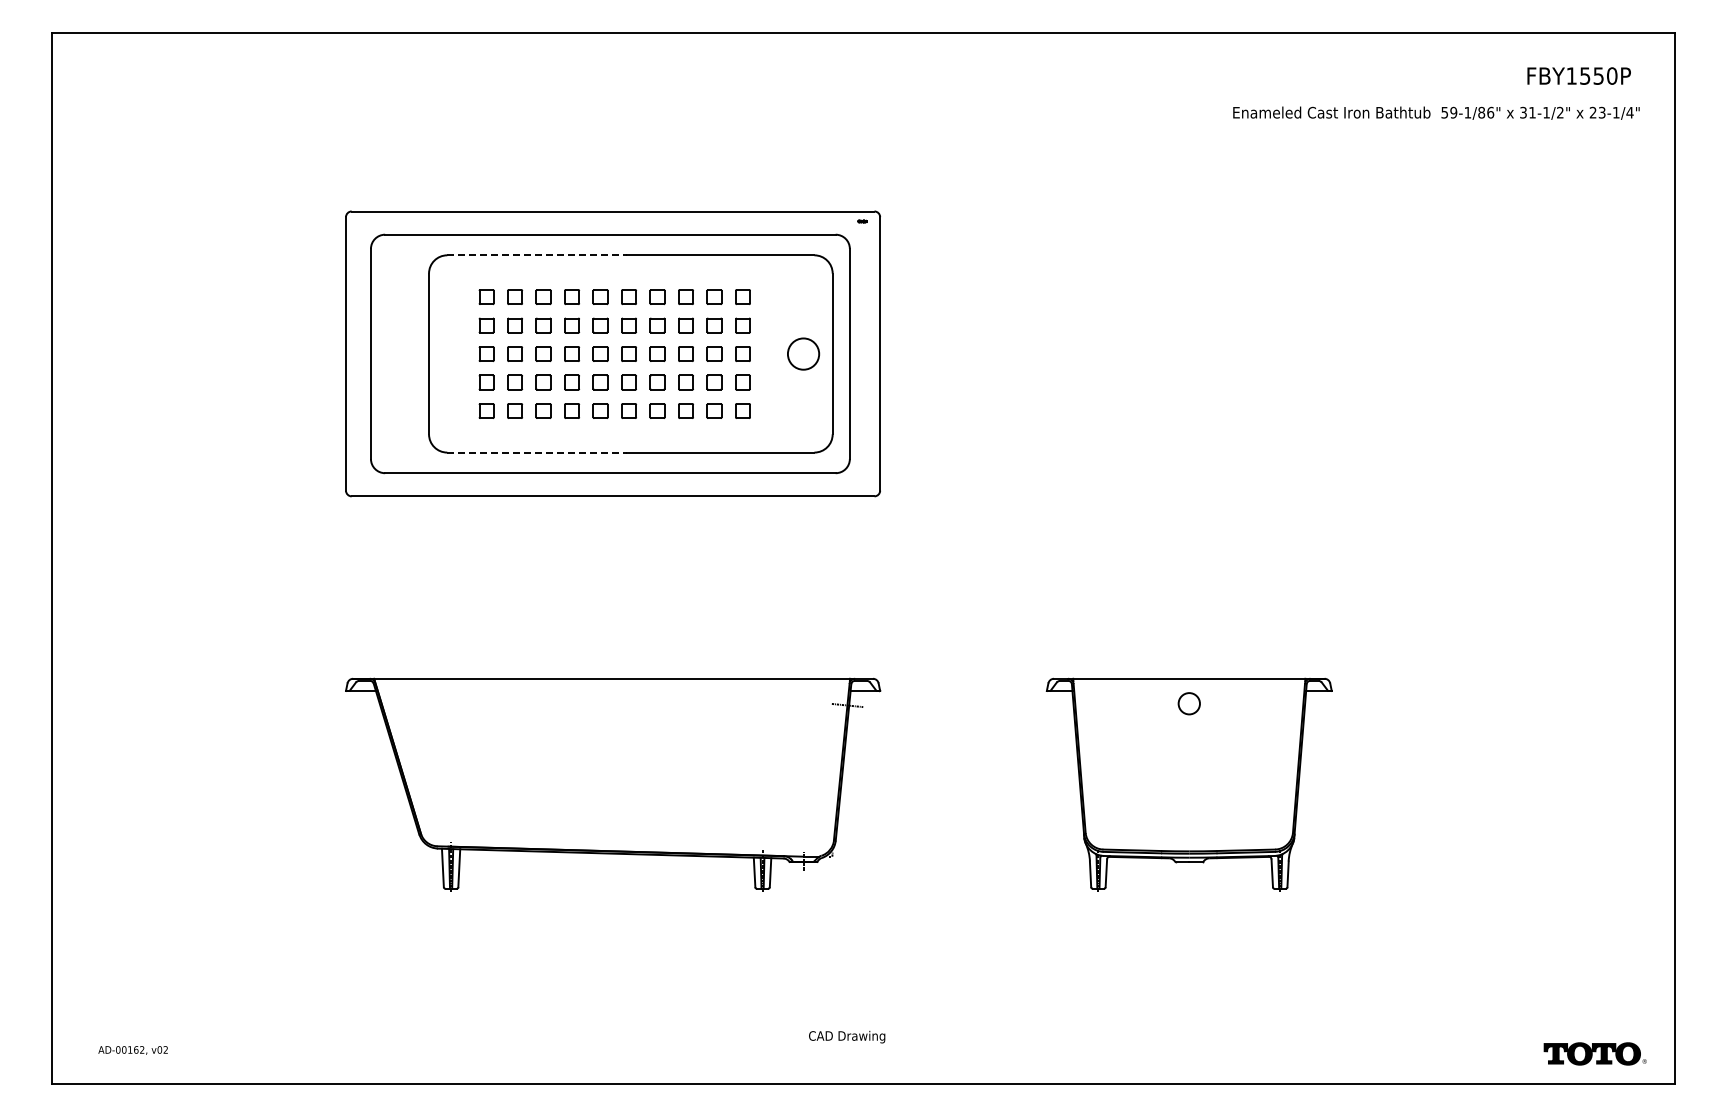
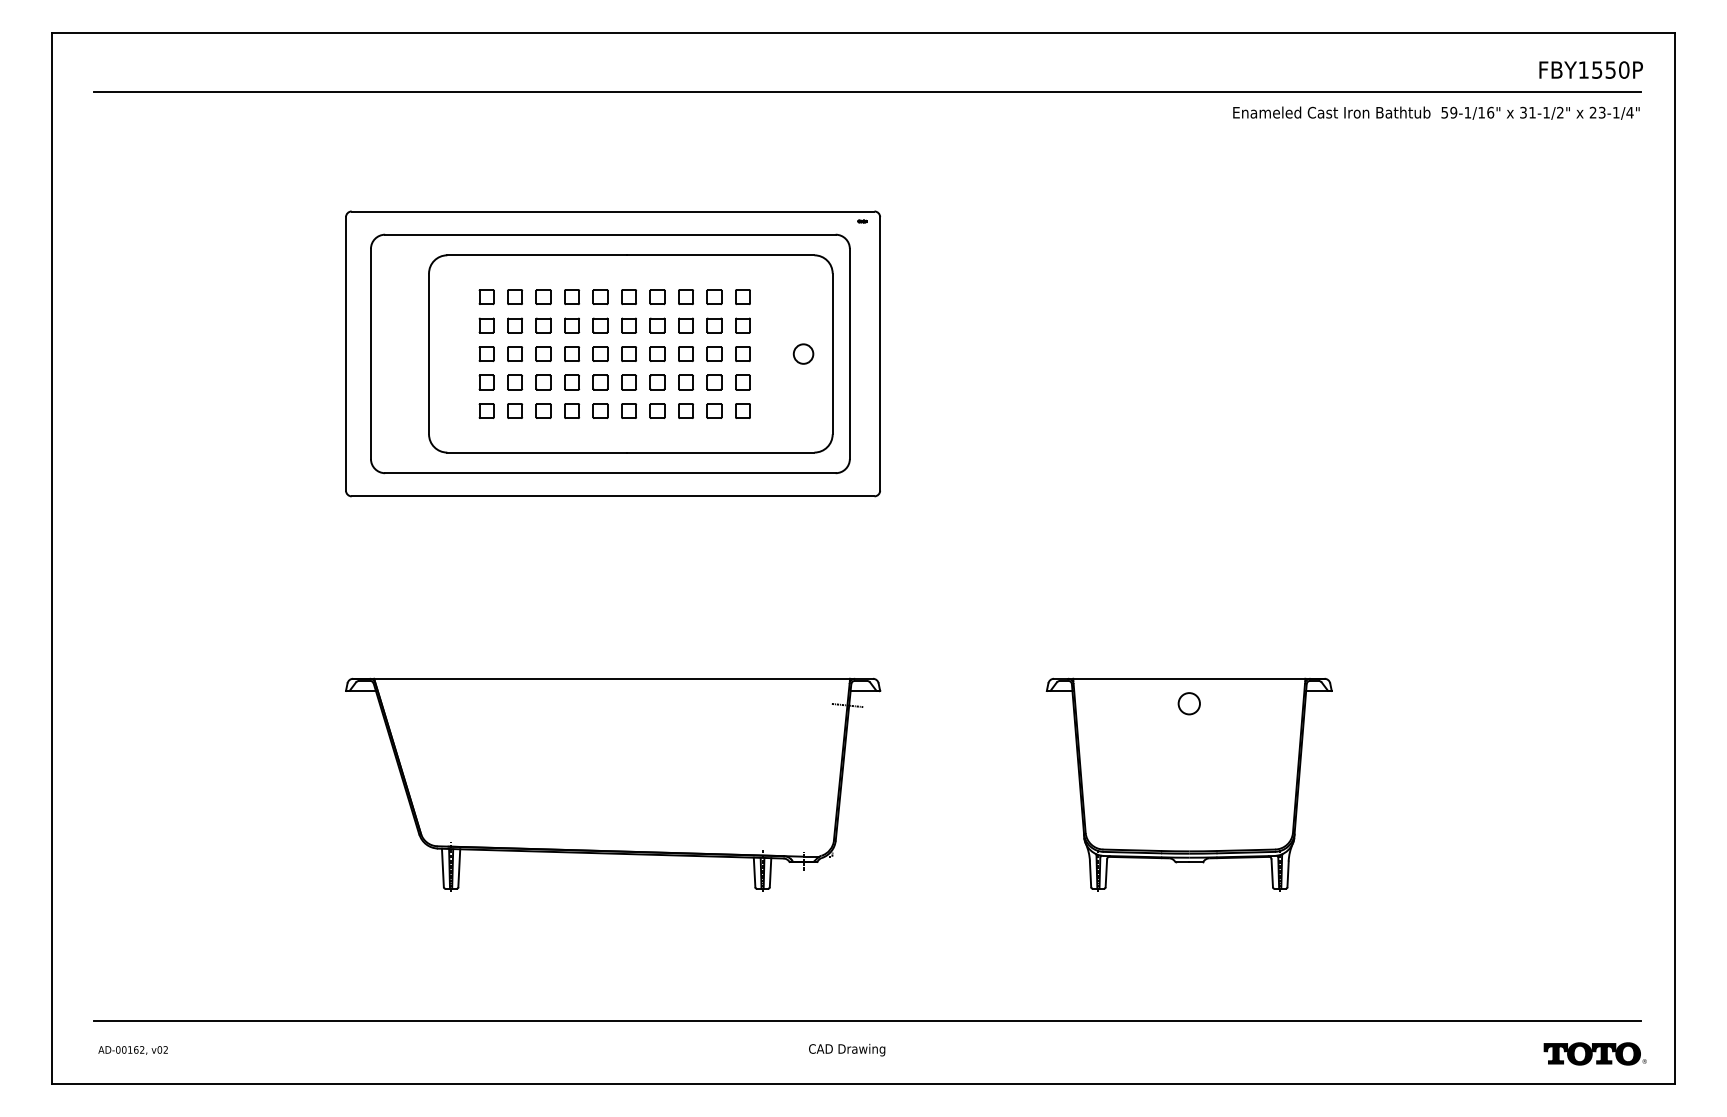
text at (1578, 75) position: (1578, 75) -> (1590, 69)
line at (866, 91): none -> present
text at (1481, 112): 59-1/86" -> 59-1/16"
line at (537, 255): dashed -> solid
circle at (803, 353) diameter: 31 px -> 20 px
line at (537, 452): dashed -> solid
line at (866, 1020): none -> present
text at (847, 1036) position: (847, 1036) -> (847, 1049)
